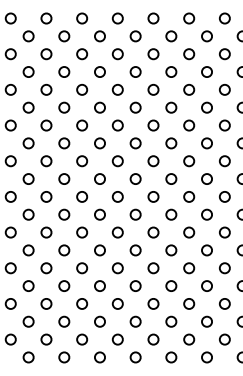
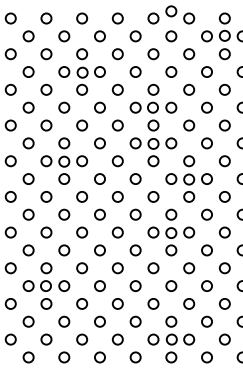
circle at (171, 11): none -> present
circle at (224, 35): none -> present
circle at (82, 72): none -> present
circle at (152, 107): none -> present
circle at (153, 143): none -> present
circle at (64, 161): none -> present
circle at (189, 179): none -> present
circle at (171, 232): none -> present
circle at (45, 285): none -> present
circle at (171, 339): none -> present
